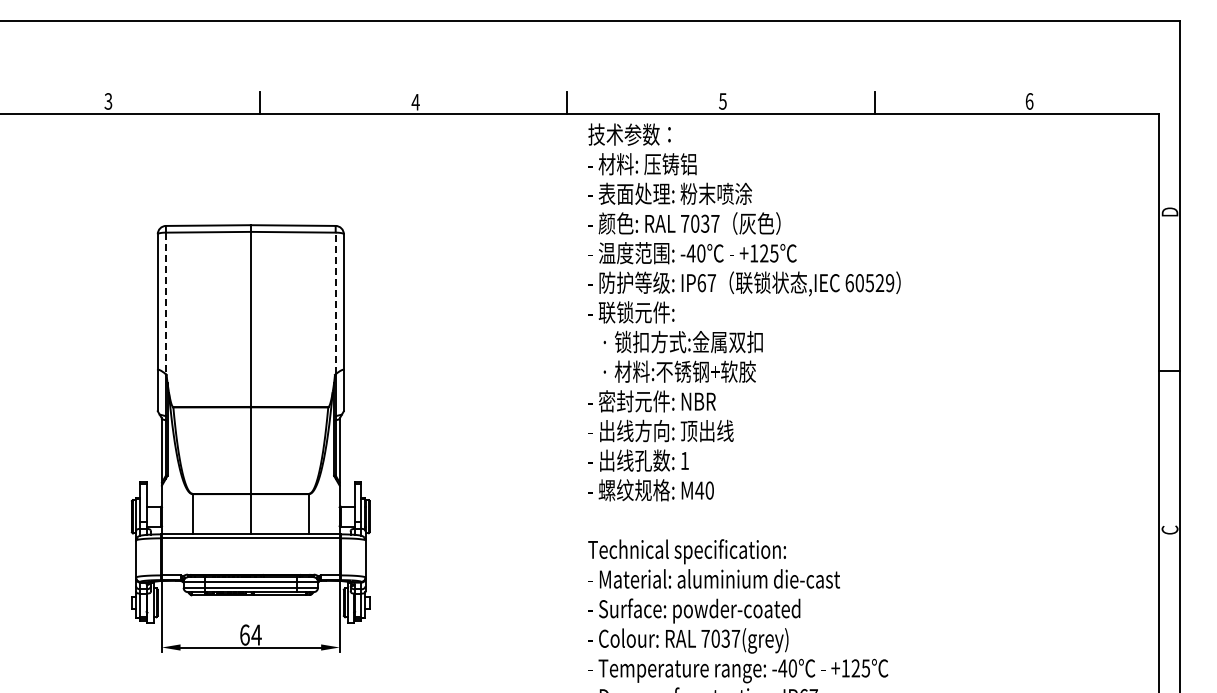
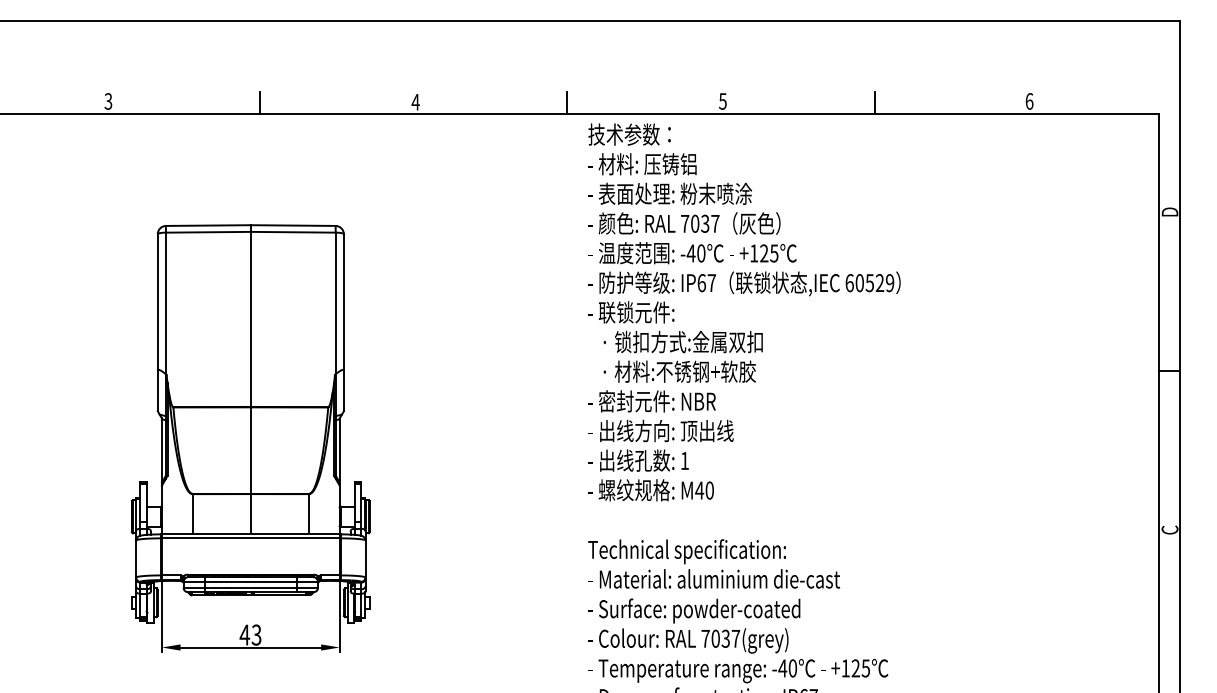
line at (165, 303): dashed -> solid
line at (335, 303): dashed -> solid
text at (250, 634): 64 -> 43
